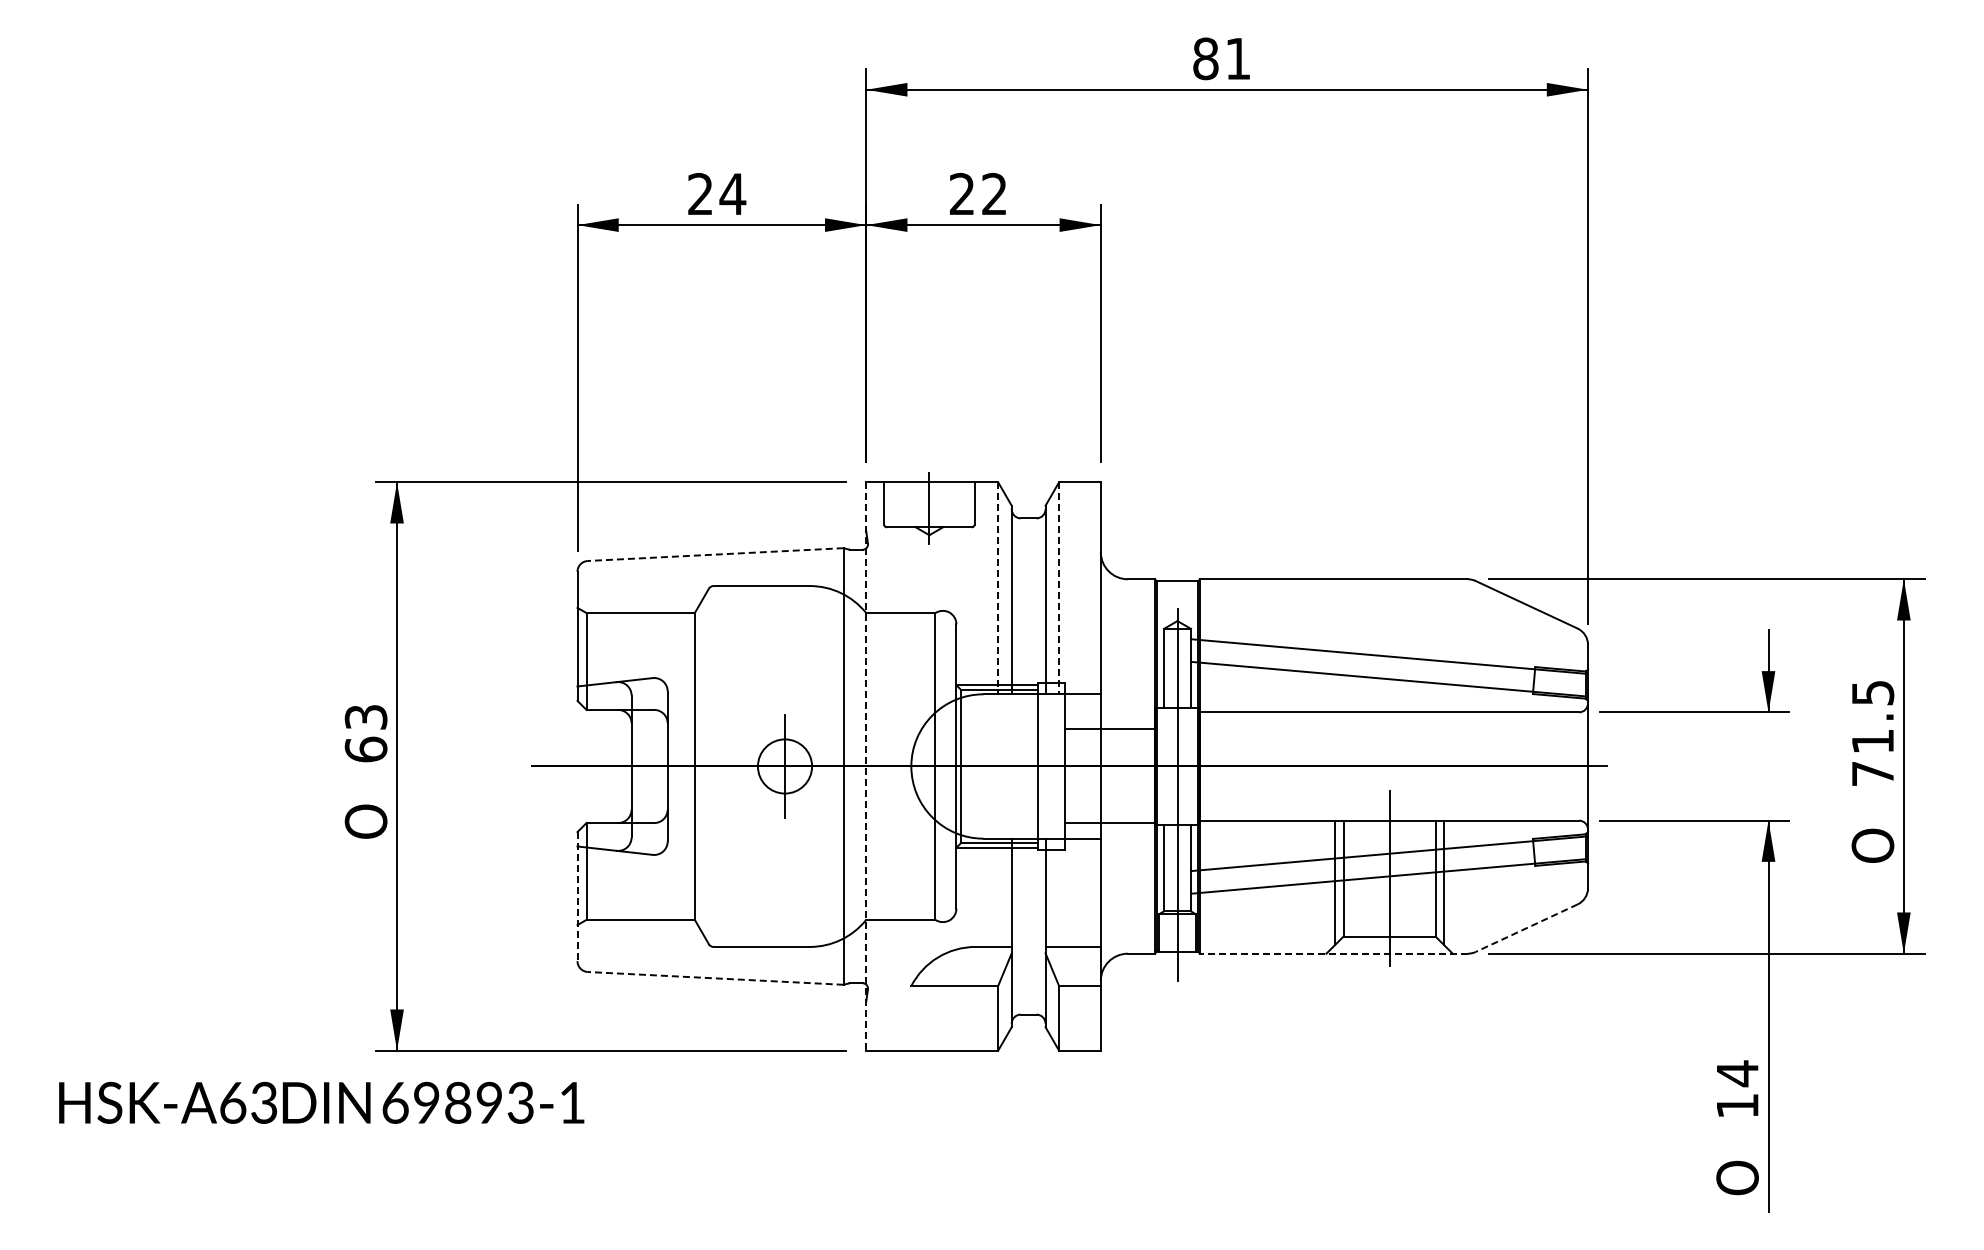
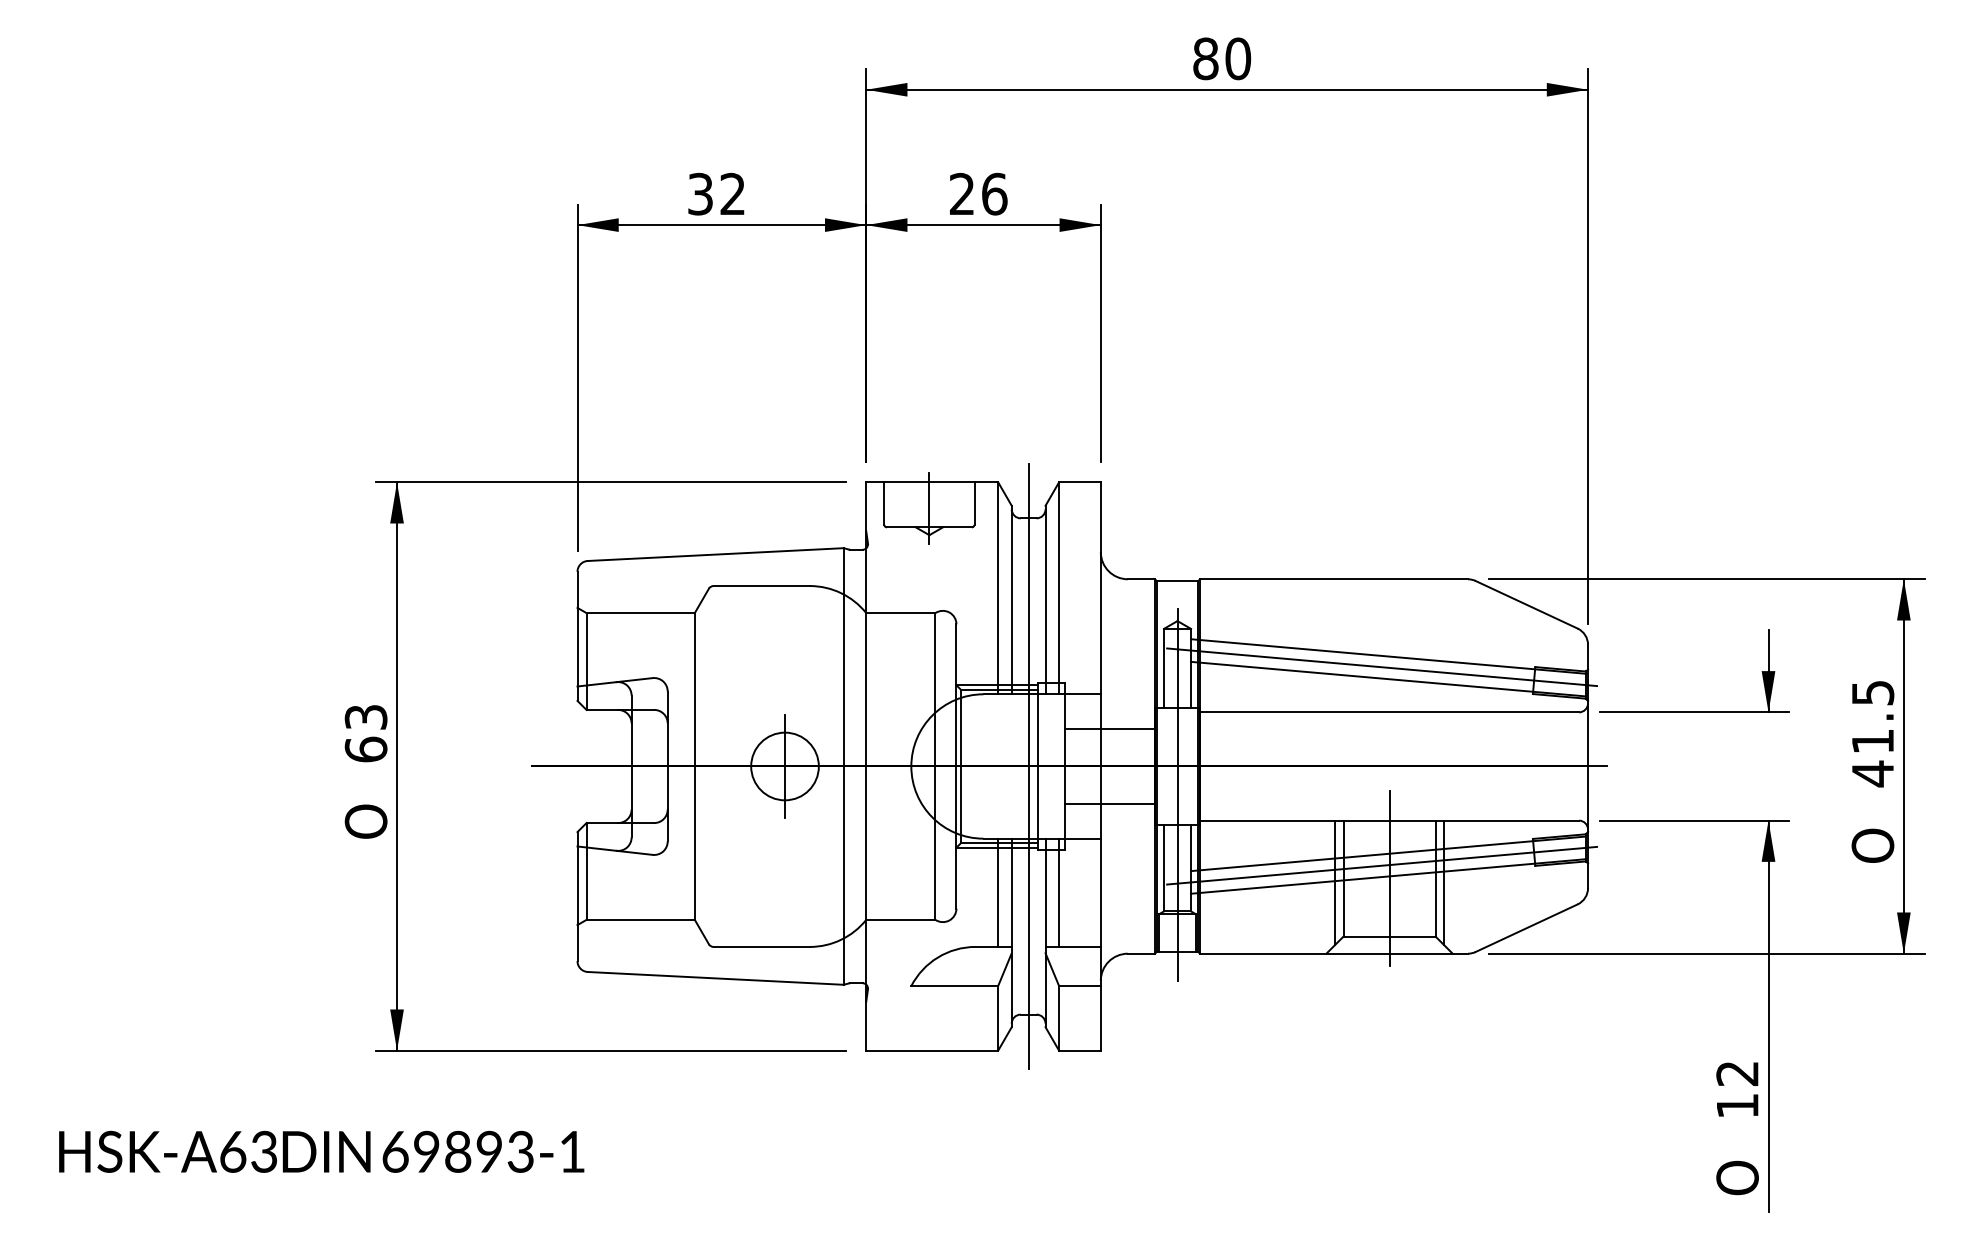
text at (1238, 58): 81 -> 80
text at (717, 193): 24 -> 32
text at (994, 193): 22 -> 26
line at (715, 554): dashed -> solid
line at (998, 588): dashed -> solid
line at (1059, 588): dashed -> solid
line at (1382, 667): none -> present
circle at (784, 766) diameter: 54 px -> 68 px
line at (866, 766): dashed -> solid
line at (1028, 766): none -> present
text at (1872, 773): 71.5 -> 41.5
line at (1109, 823) position: (1109, 823) -> (1109, 804)
line at (1382, 865): none -> present
line at (998, 892): none -> present
line at (1059, 892): none -> present
line at (577, 896): dashed -> solid
line at (1526, 928): dashed -> solid
line at (1334, 953): dashed -> solid
line at (715, 978): dashed -> solid
text at (1737, 1073): 14 -> 12
text at (321, 1102) position: (321, 1102) -> (321, 1151)
